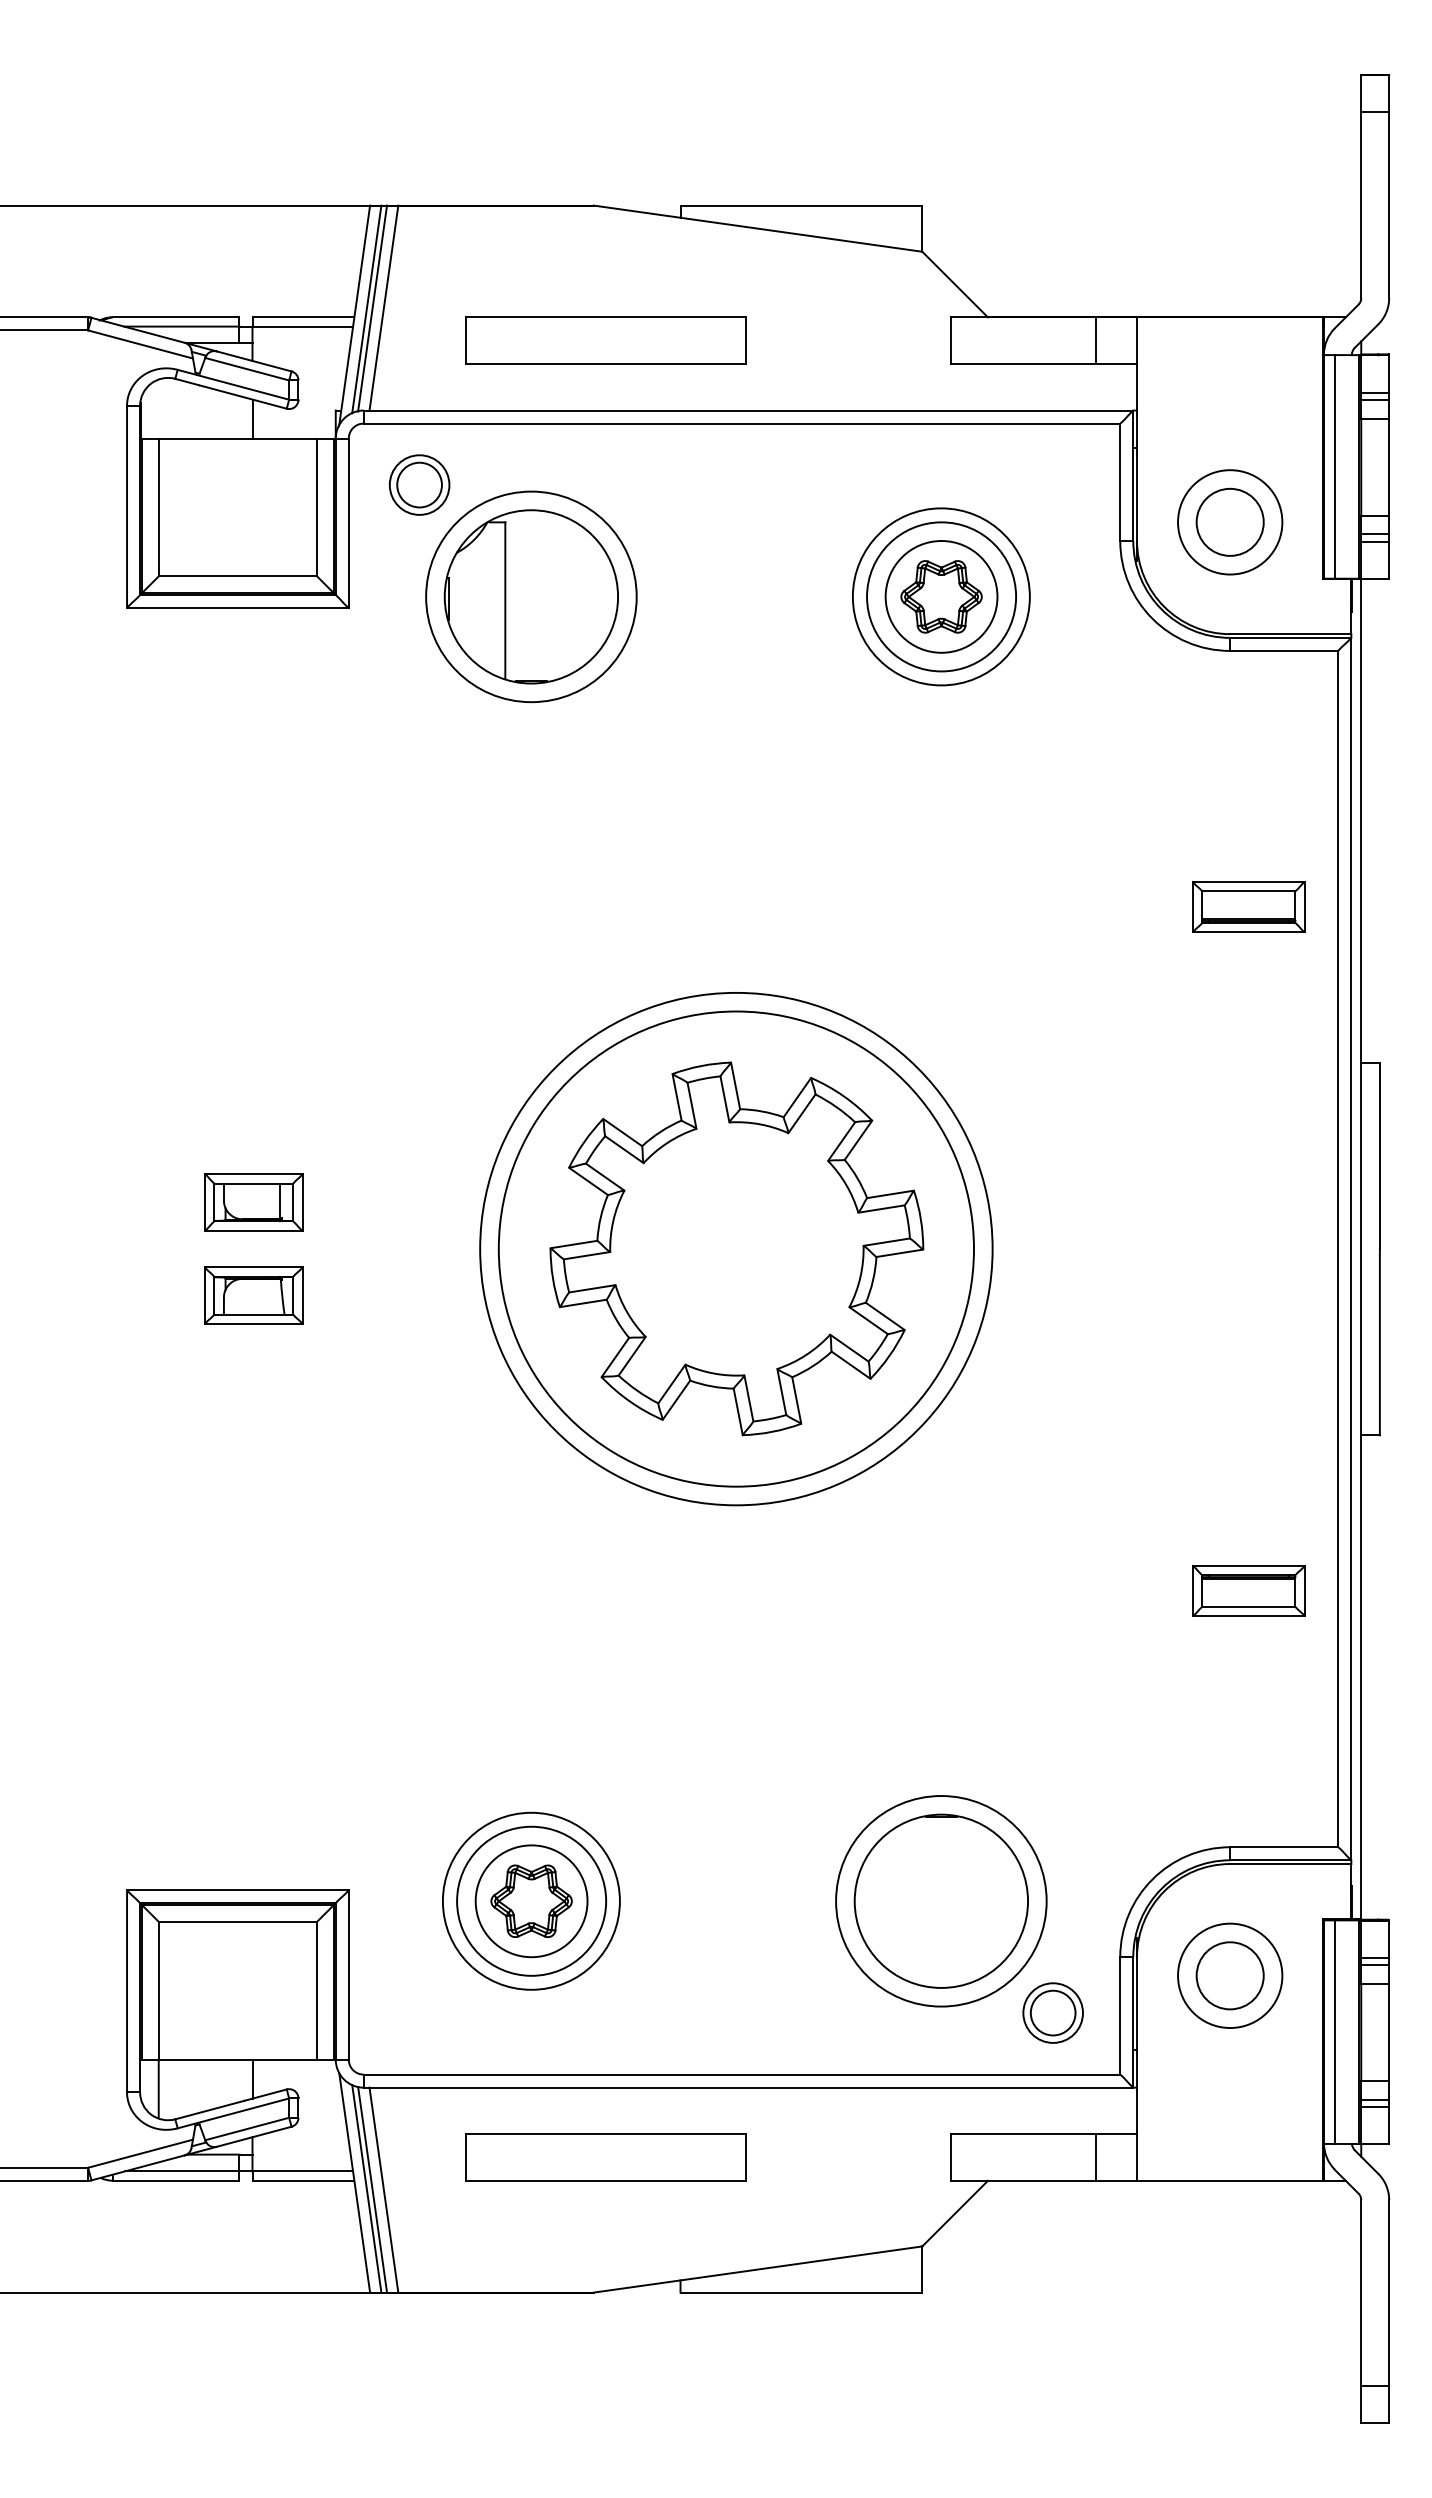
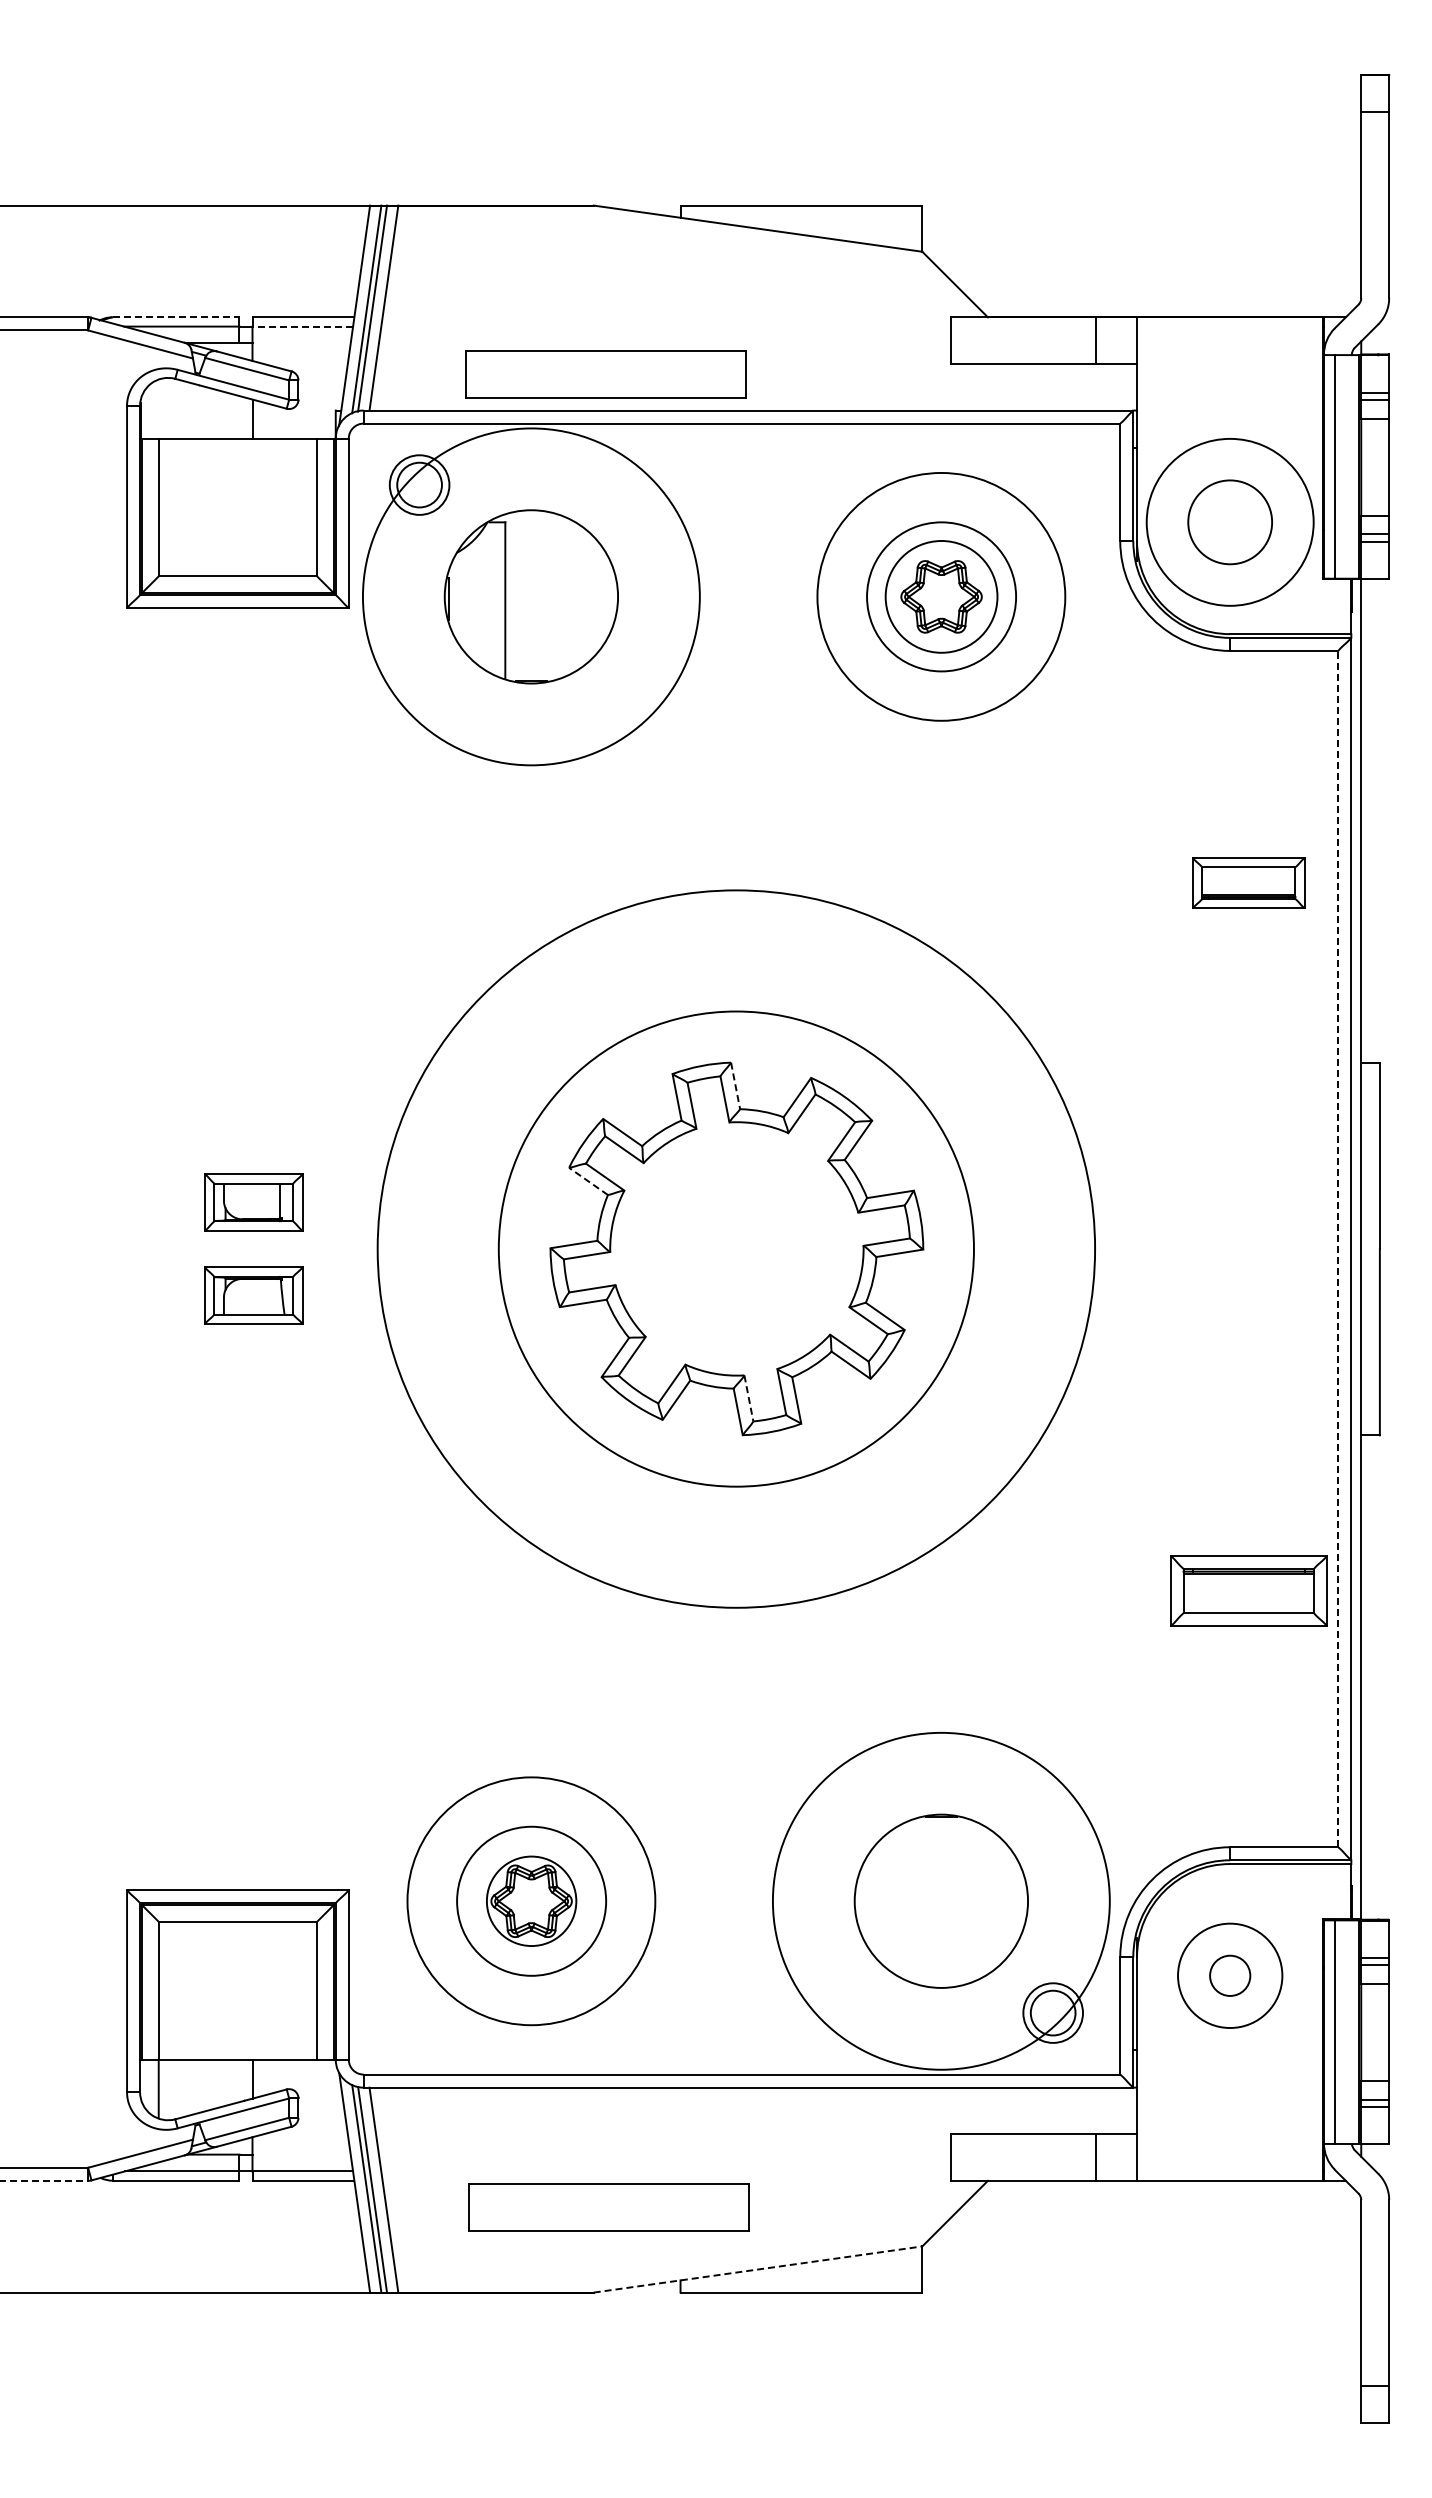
line at (176, 317): solid -> dashed
line at (302, 326): solid -> dashed
part at (605, 340) position: (605, 340) -> (605, 374)
circle at (1229, 521) diameter: 67 px -> 84 px
circle at (1230, 522) diameter: 104 px -> 167 px
circle at (531, 596) diameter: 211 px -> 337 px
circle at (940, 596) diameter: 177 px -> 248 px
part at (1248, 906) position: (1248, 906) -> (1248, 882)
line at (735, 1085): solid -> dashed
line at (588, 1181): solid -> dashed
circle at (736, 1248) diameter: 512 px -> 717 px
line at (1338, 1248): solid -> dashed
line at (748, 1398): solid -> dashed
part at (1248, 1590) size: 114x52 px -> 158x72 px
circle at (530, 1900) diameter: 177 px -> 248 px
circle at (531, 1901) diameter: 112 px -> 89 px
circle at (941, 1901) diameter: 211 px -> 337 px
circle at (1229, 1975) diameter: 67 px -> 40 px
part at (605, 2157) position: (605, 2157) -> (608, 2207)
line at (44, 2180): solid -> dashed
line at (758, 2269): solid -> dashed
